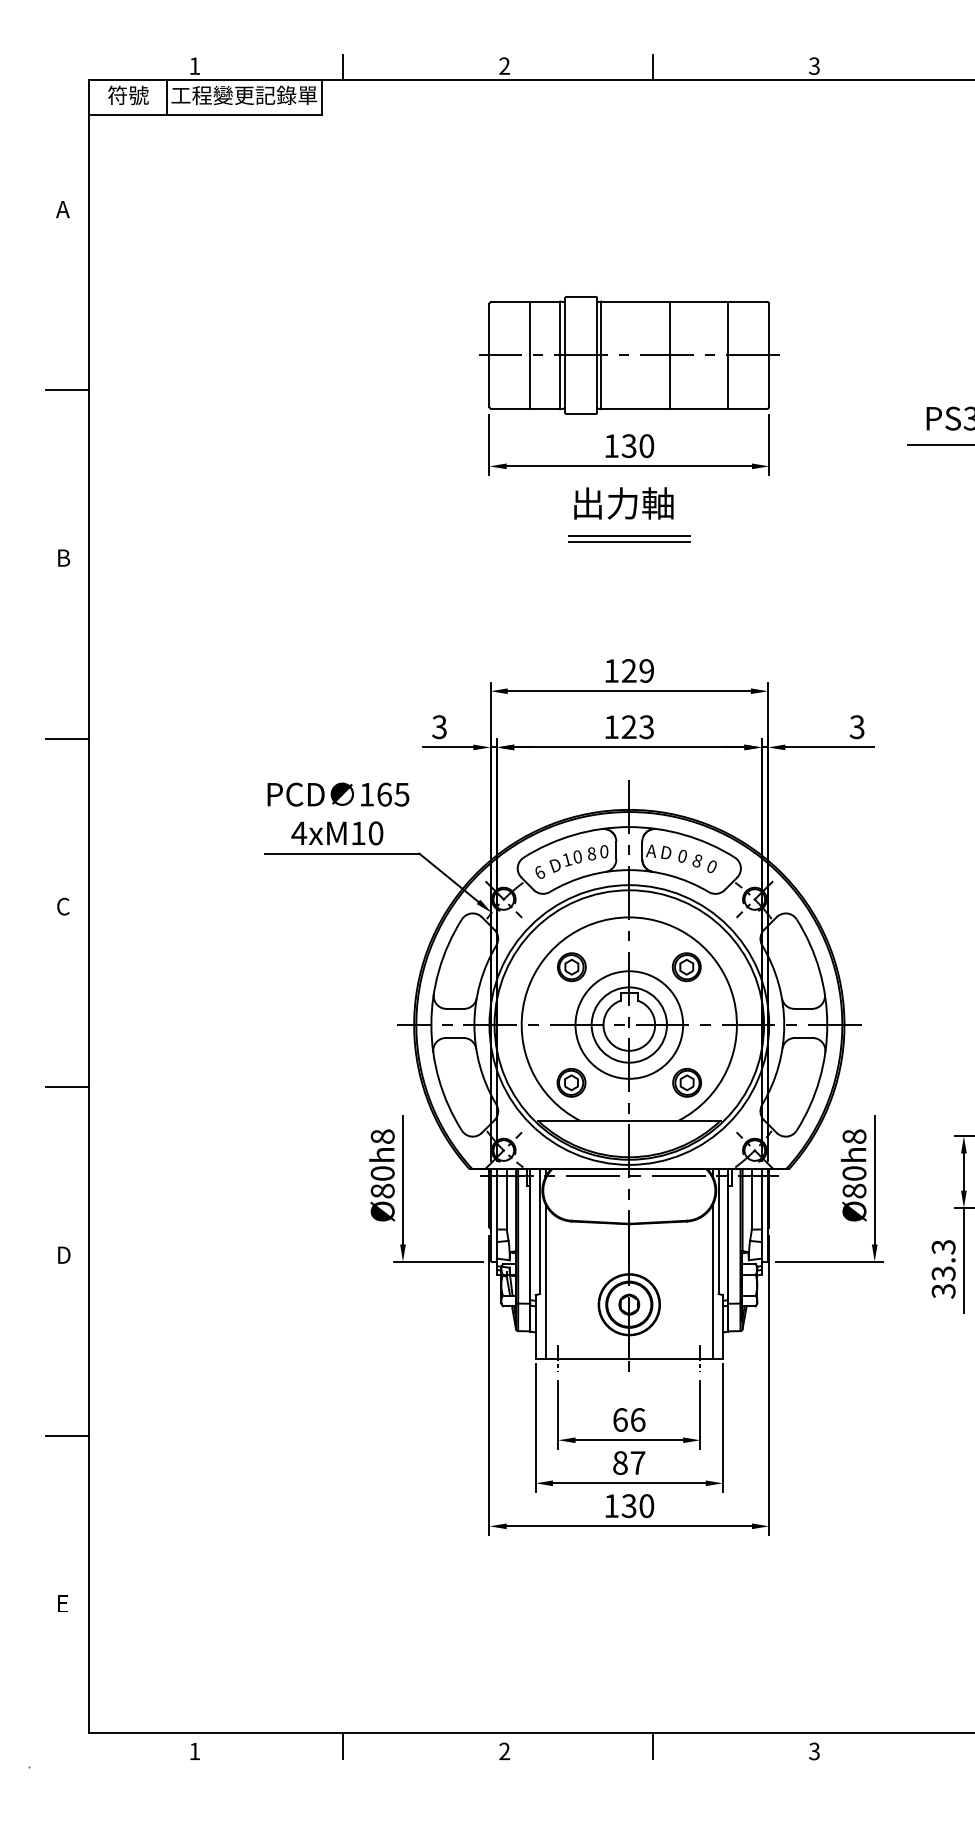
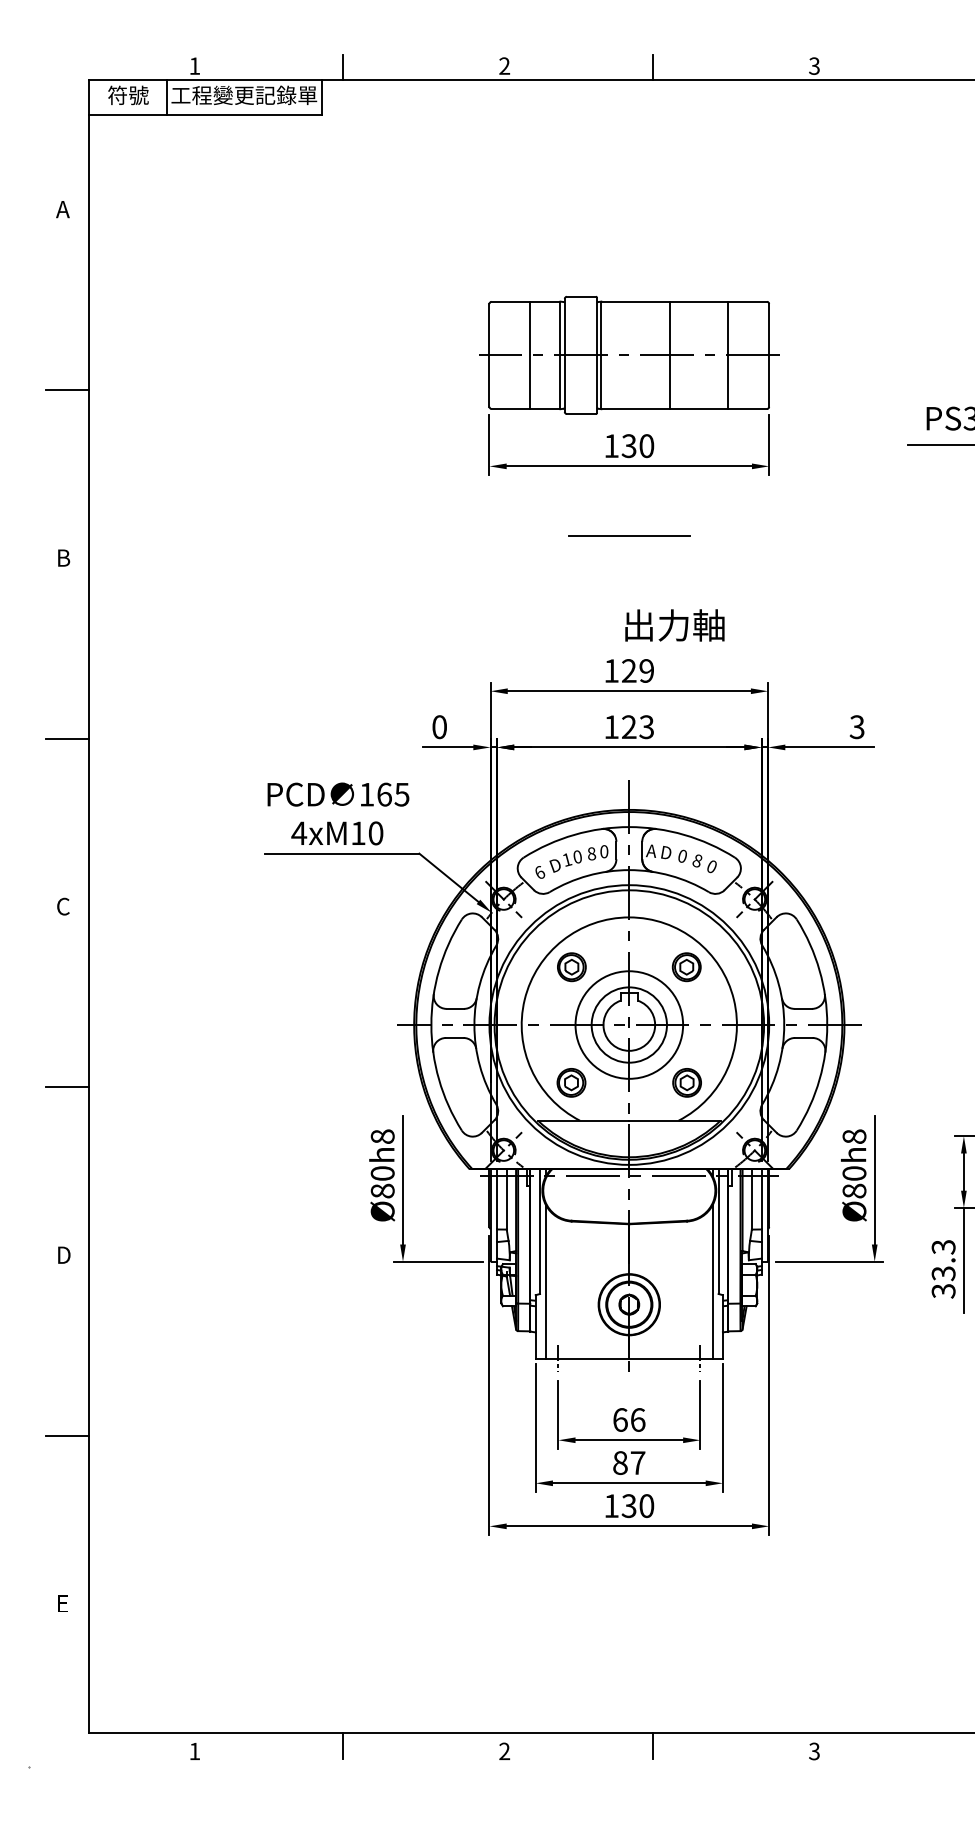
text at (623, 503) position: (623, 503) -> (674, 625)
line at (628, 542): present -> none
text at (439, 727): 3 -> 0
